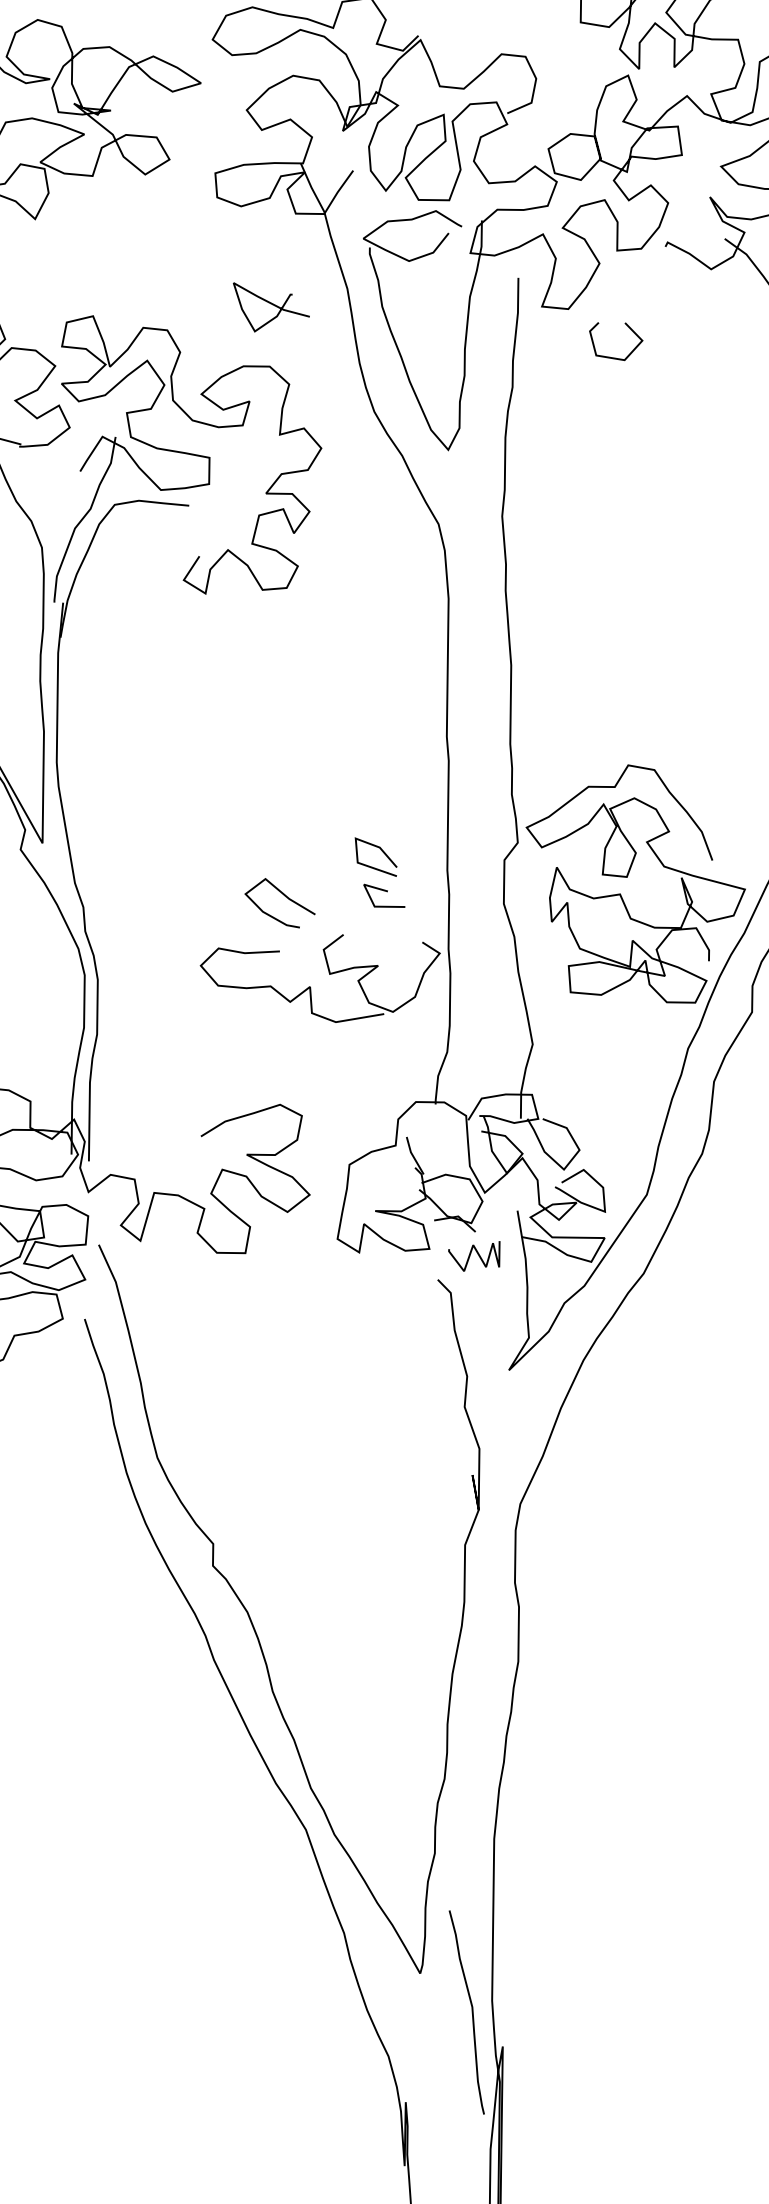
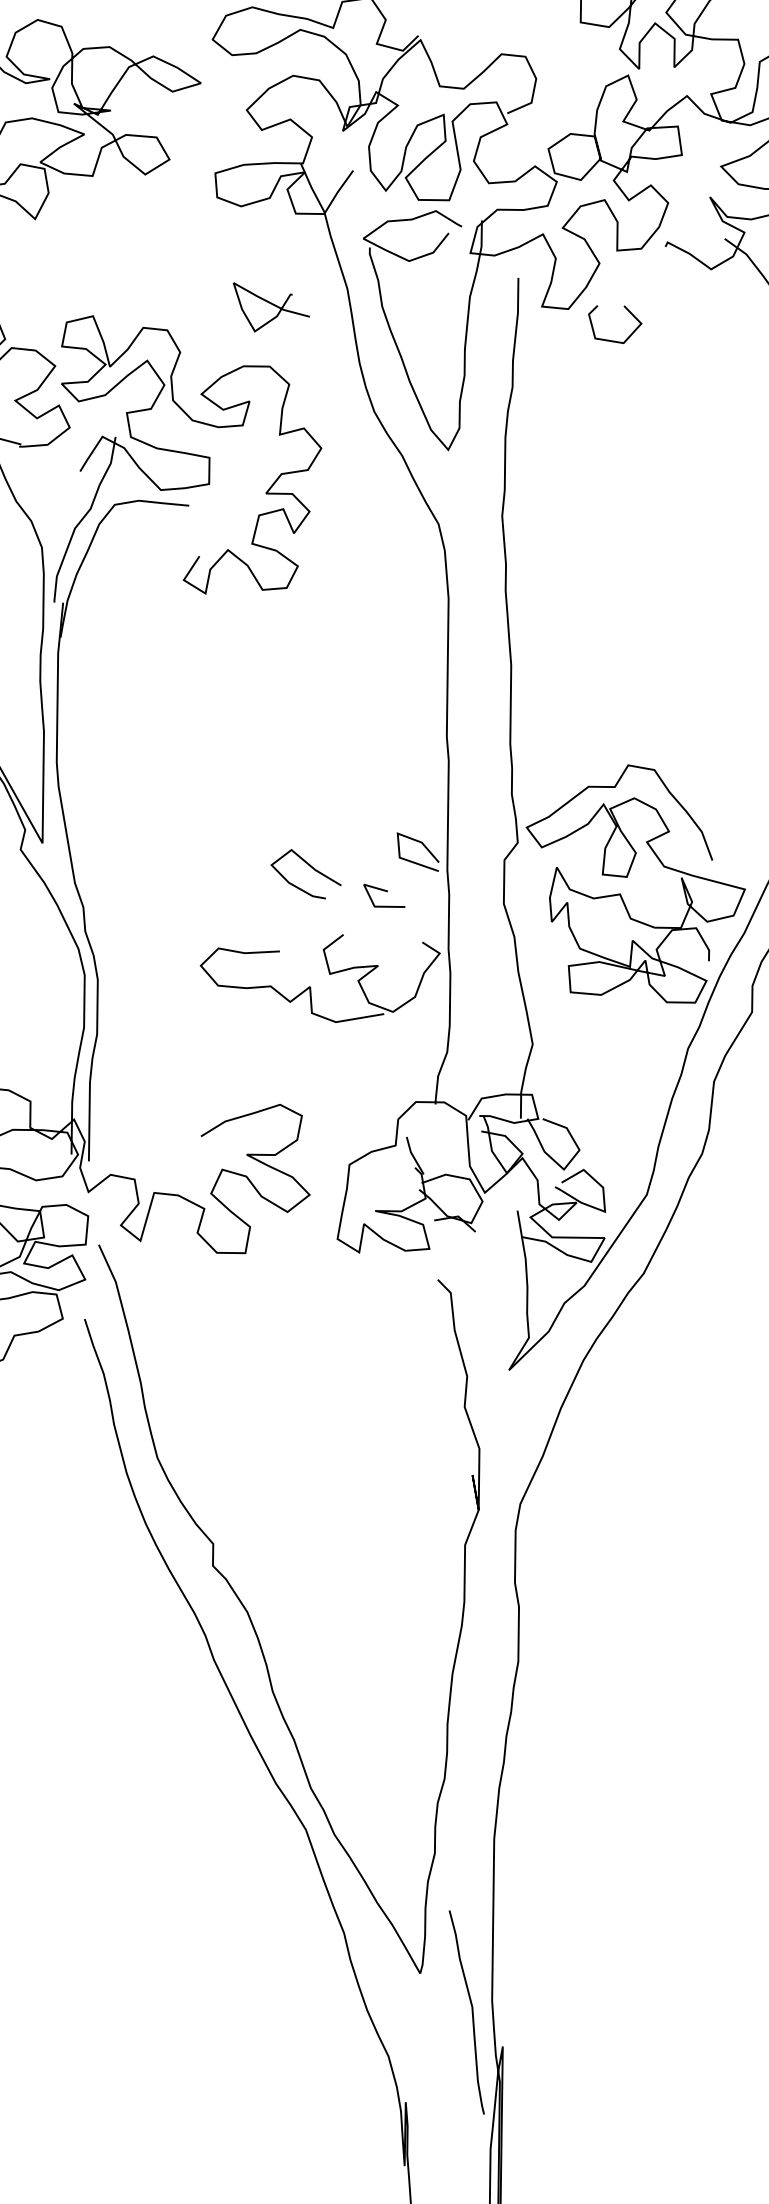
part at (616, 357) position: (616, 357) -> (615, 340)
part at (381, 851) position: (381, 851) -> (423, 846)
part at (285, 897) position: (285, 897) -> (311, 868)
part at (474, 1256): present -> none
